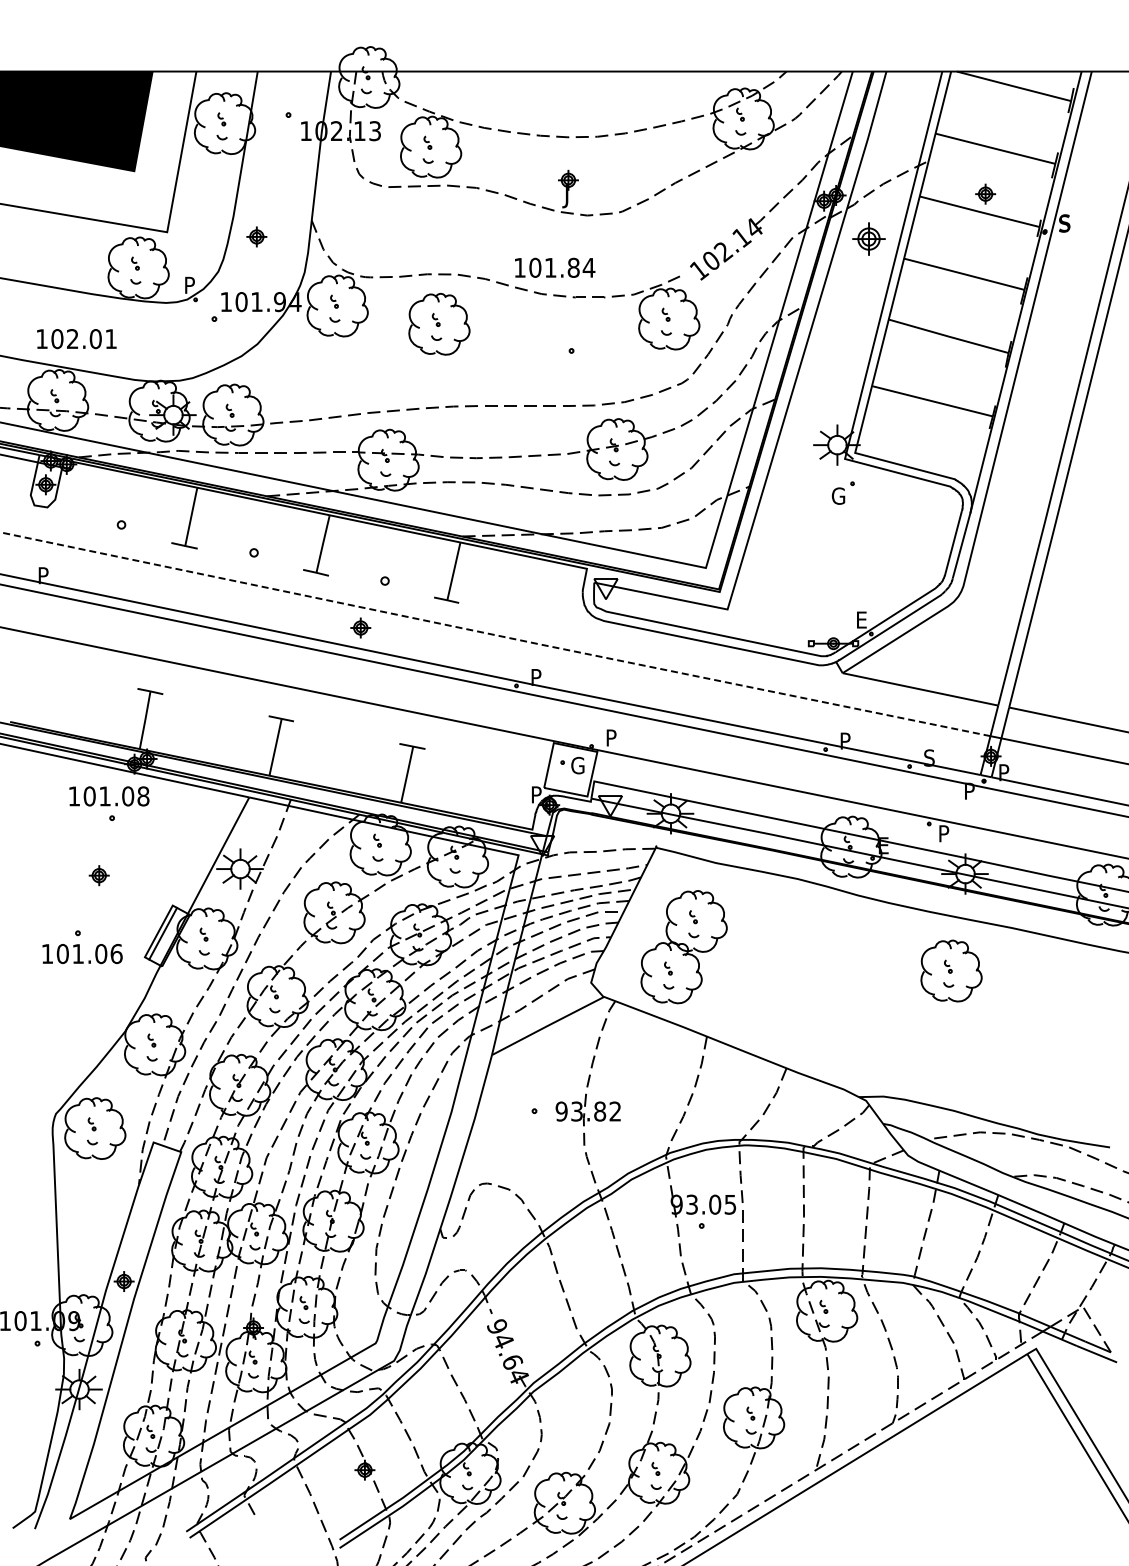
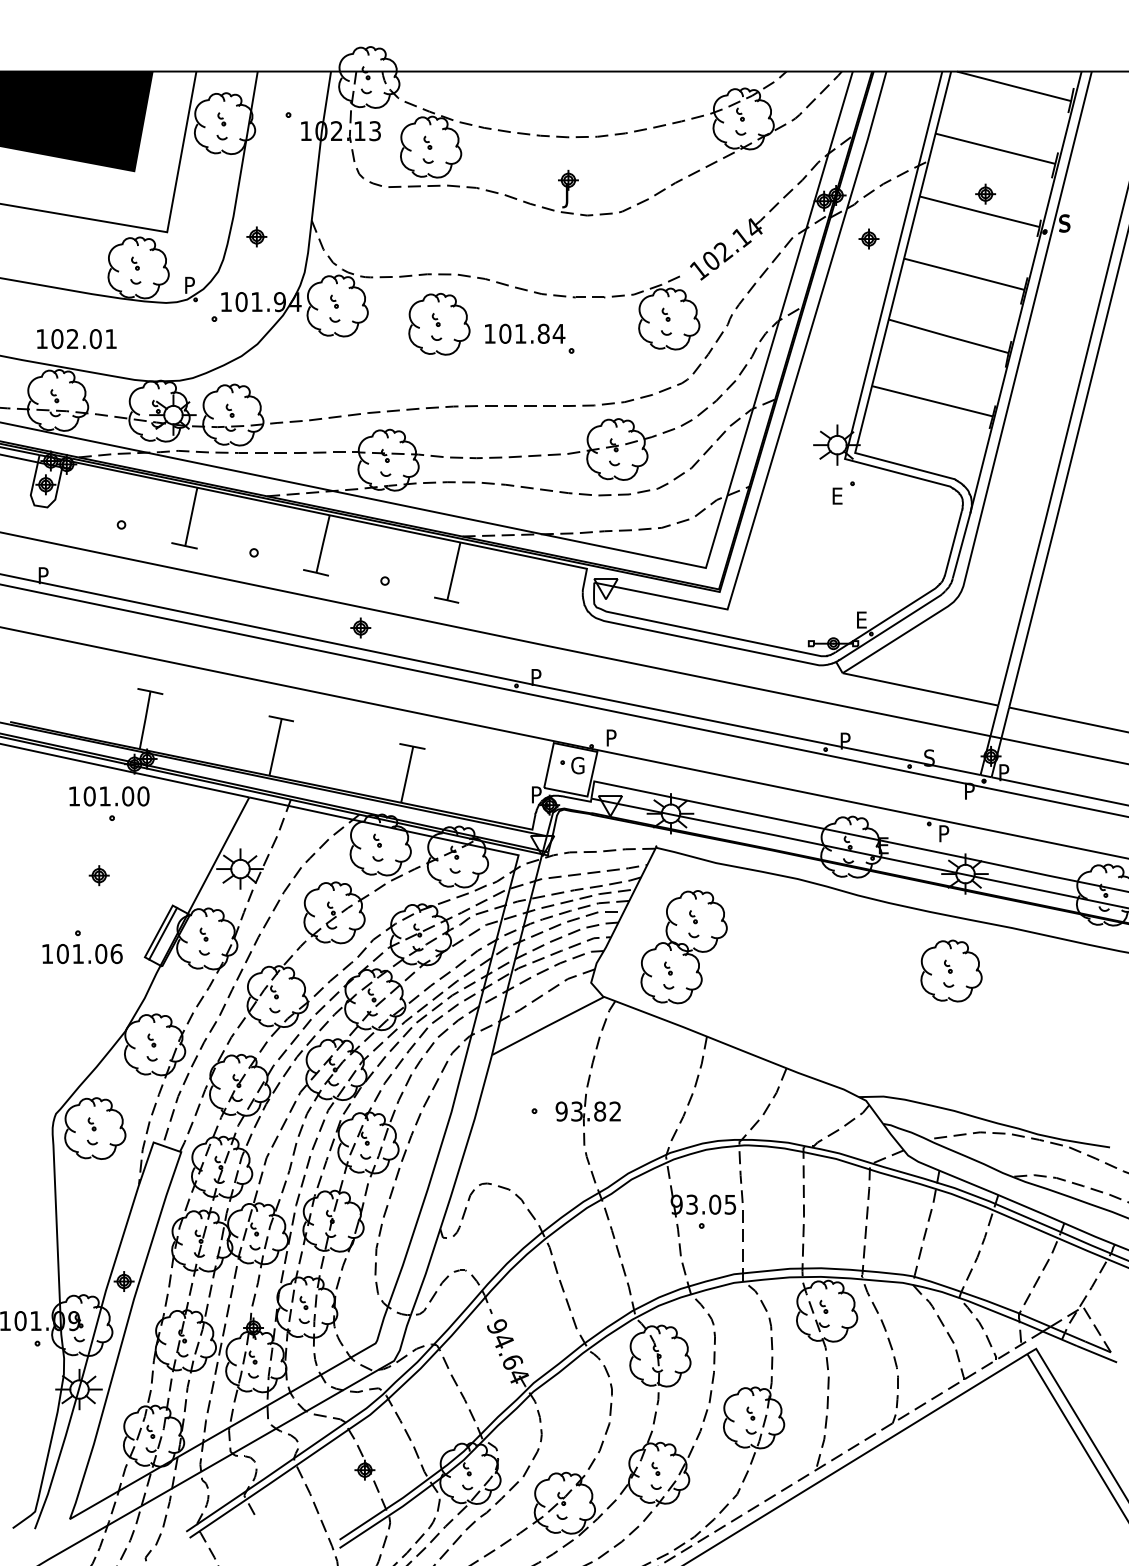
part at (868, 238) size: 34x34 px -> 22x22 px
text at (555, 267) position: (555, 267) -> (525, 333)
text at (838, 495): G -> E
line at (495, 635): dashed -> solid
text at (143, 796): 101.08 -> 101.00
